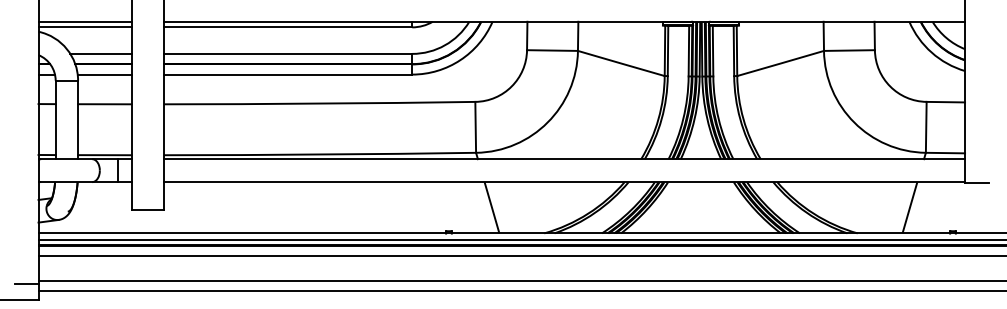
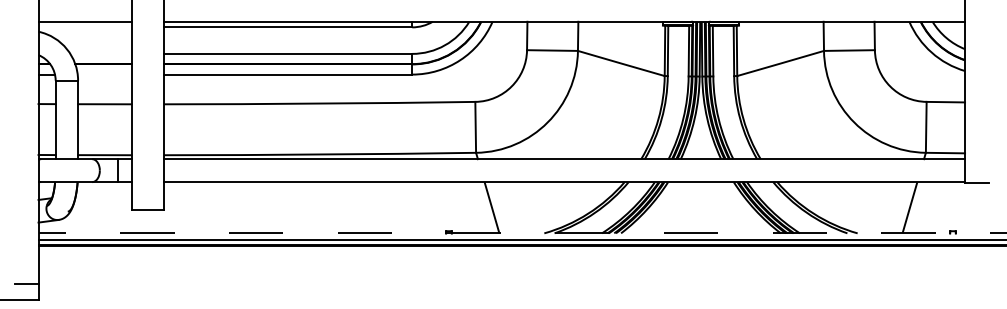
line at (84, 27): present -> none
line at (100, 53): present -> none
line at (104, 74): present -> none
line at (522, 233): solid -> dashed
line at (520, 255): present -> none
line at (520, 281): present -> none
line at (520, 291): present -> none
